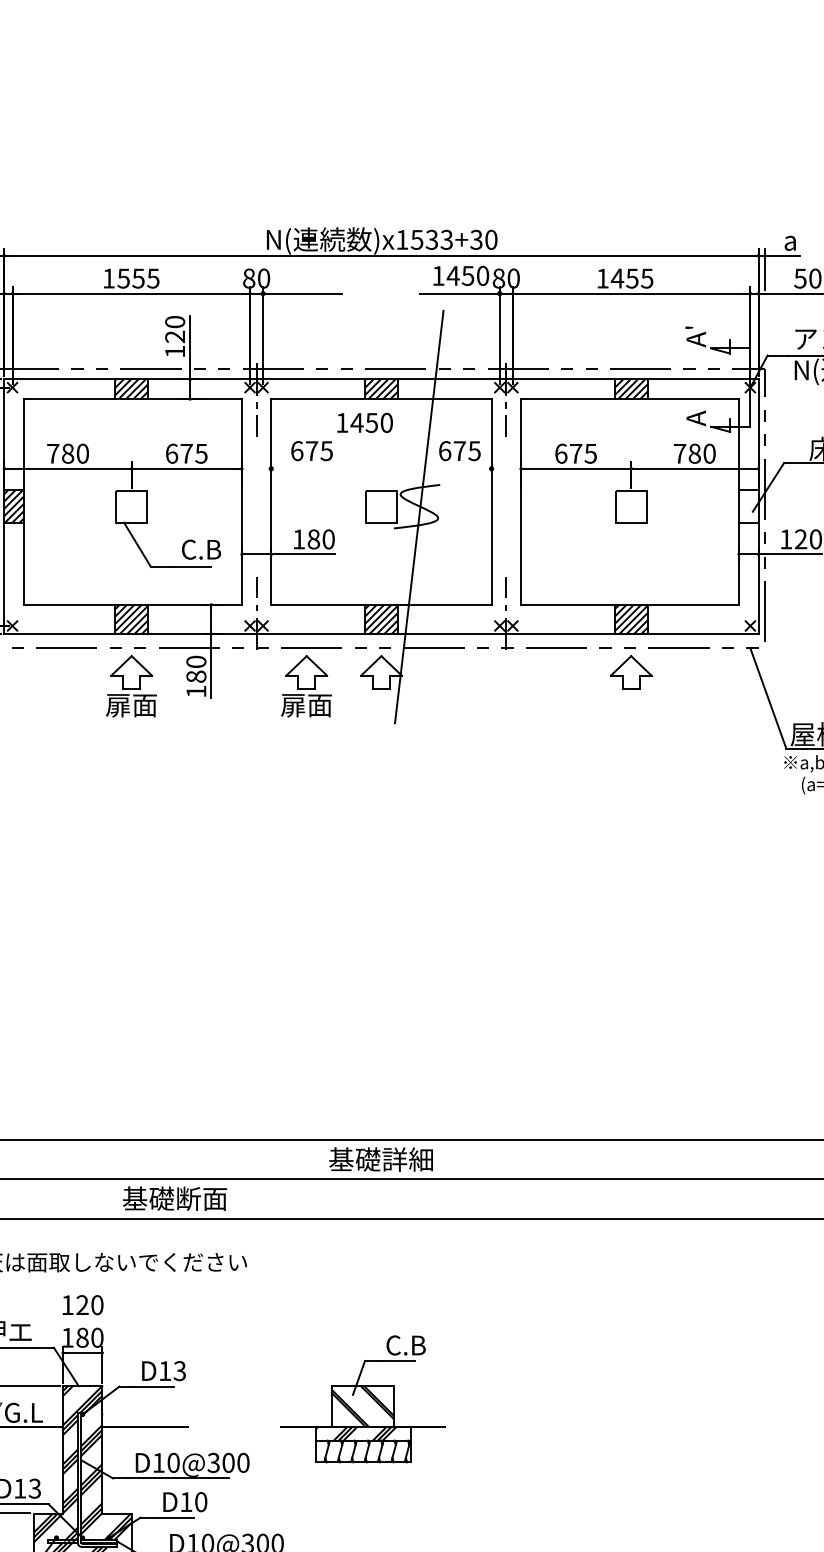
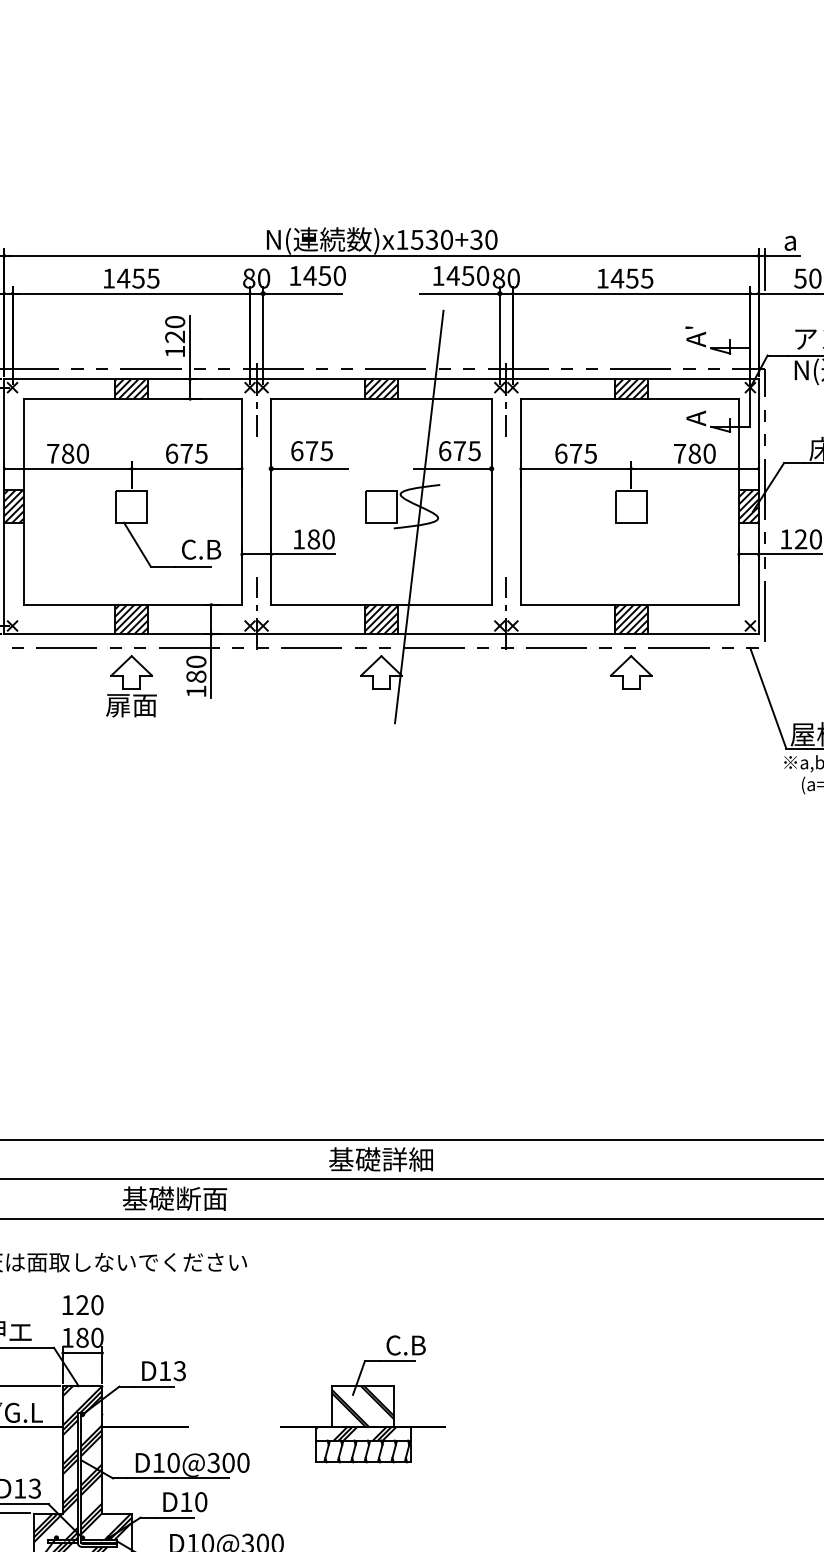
text at (446, 239): )x1533+30 -> )x1530+30
text at (123, 278): 1555 -> 1455
text at (364, 422) position: (364, 422) -> (317, 275)
line at (309, 468): none -> present
line at (452, 468): none -> present
hatch at (748, 506): none -> present
part at (306, 686): present -> none
